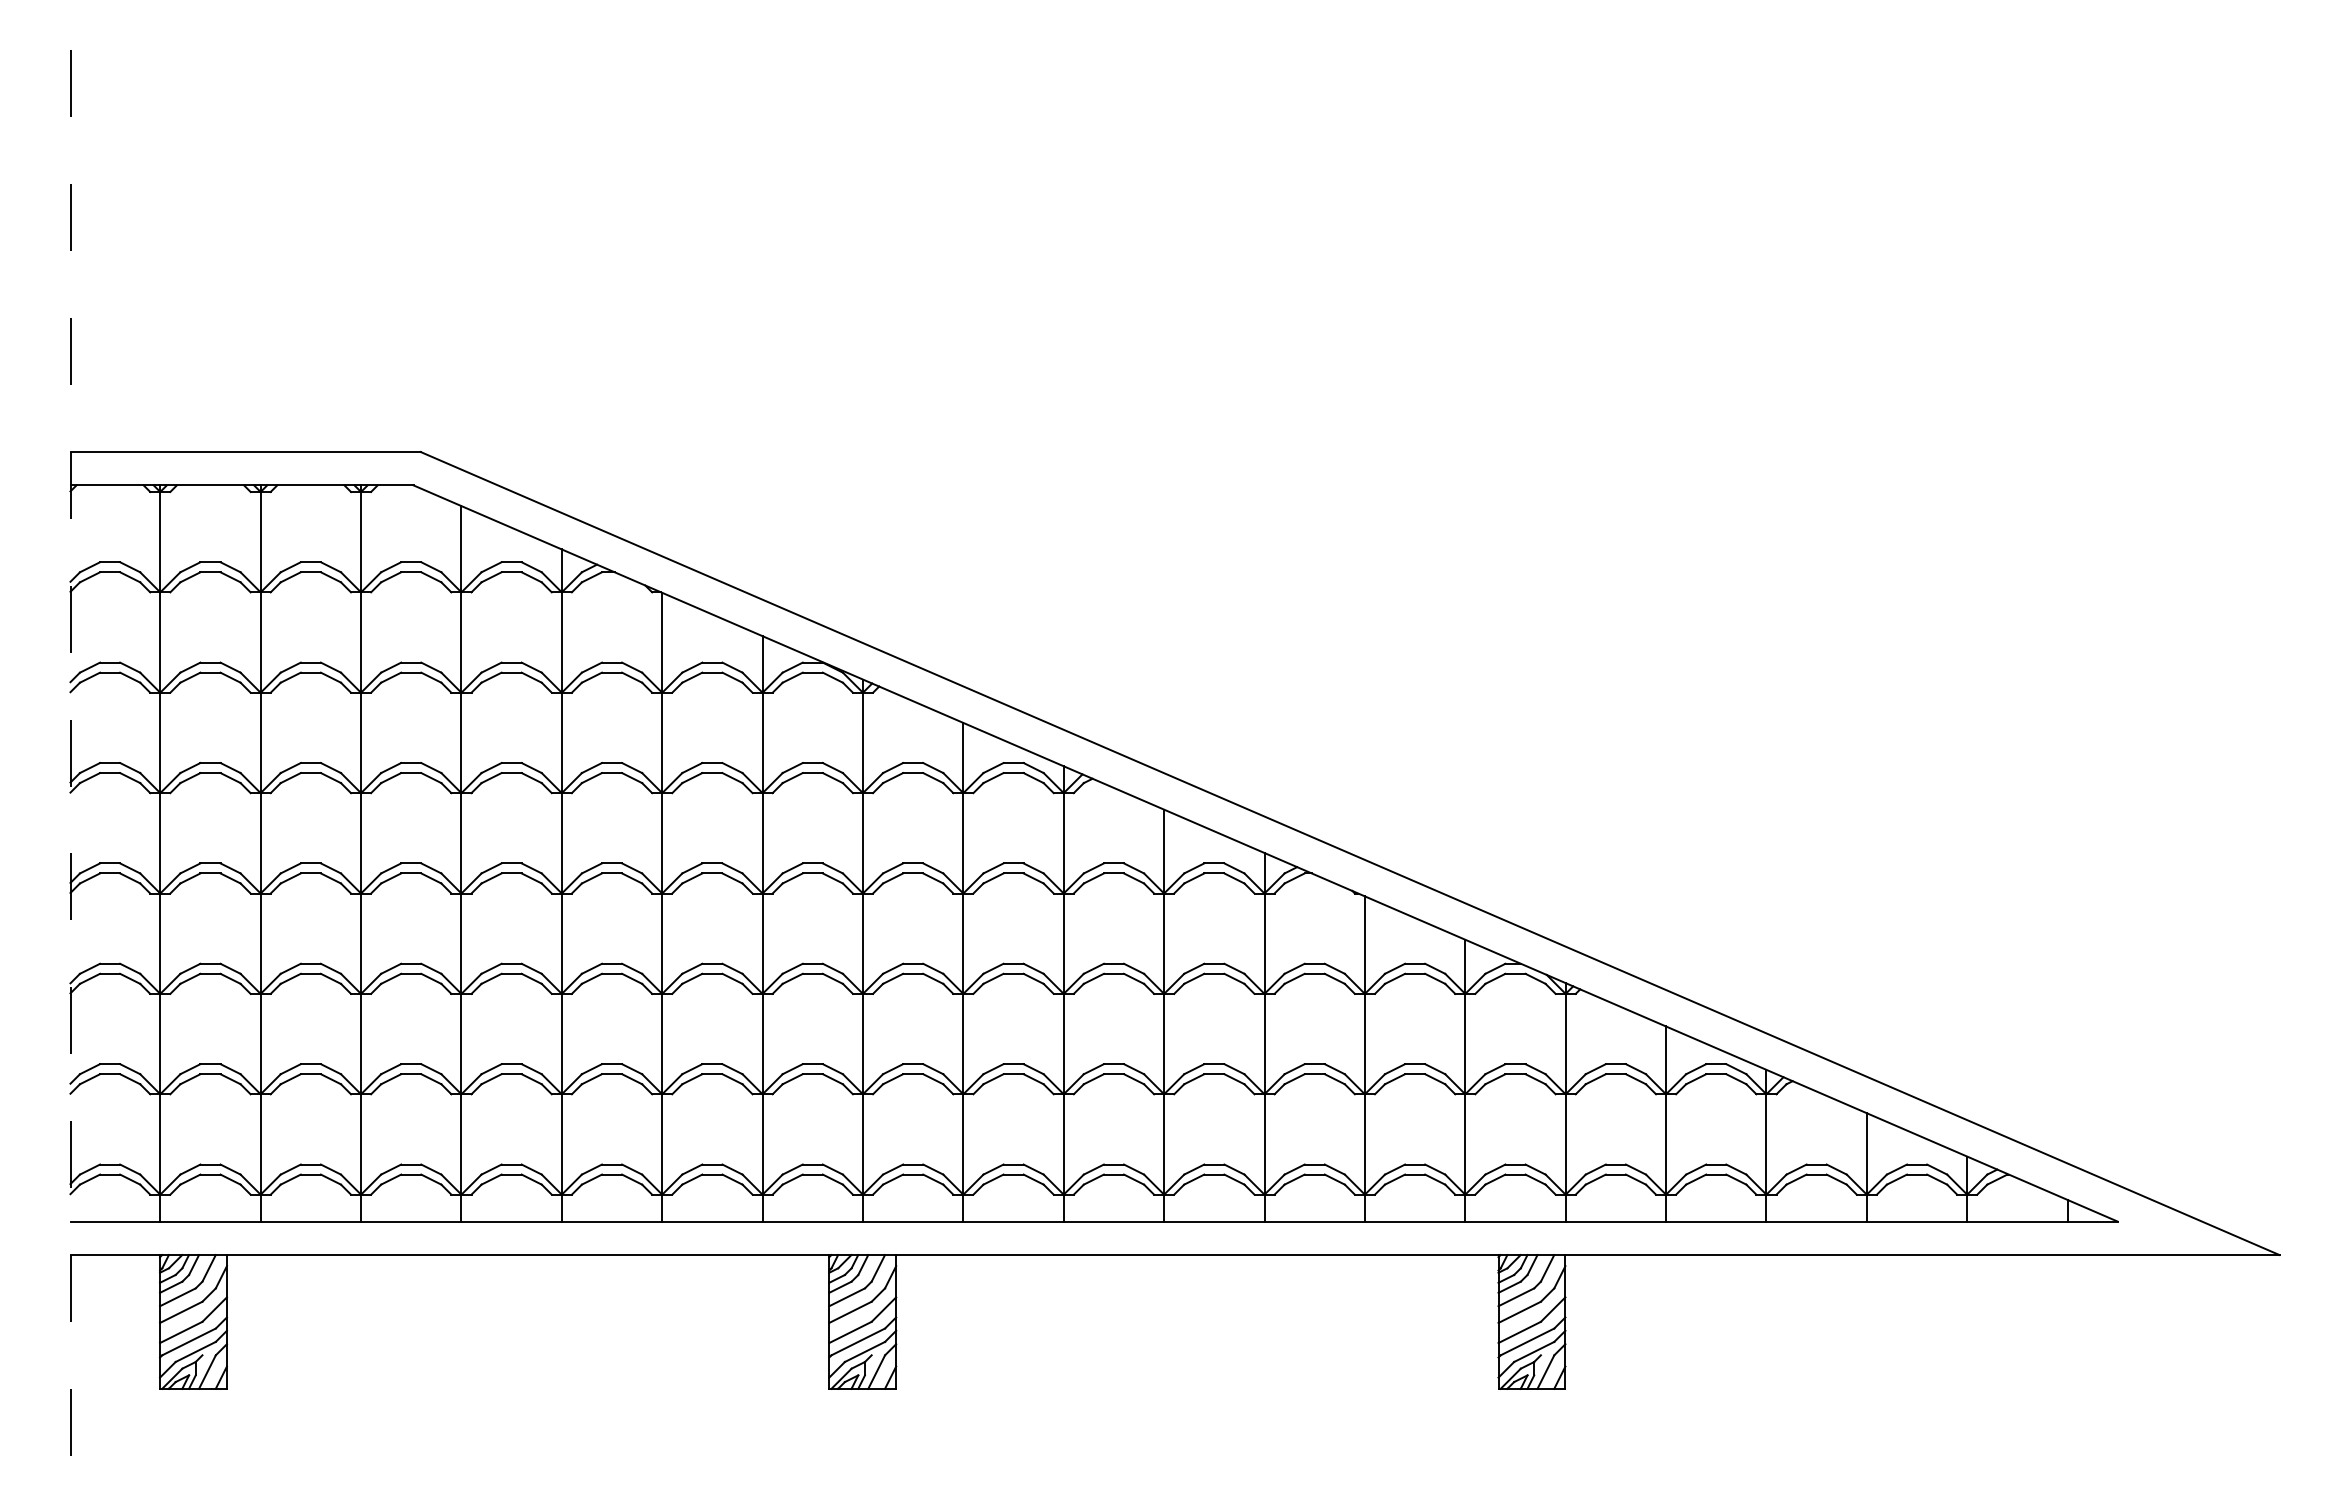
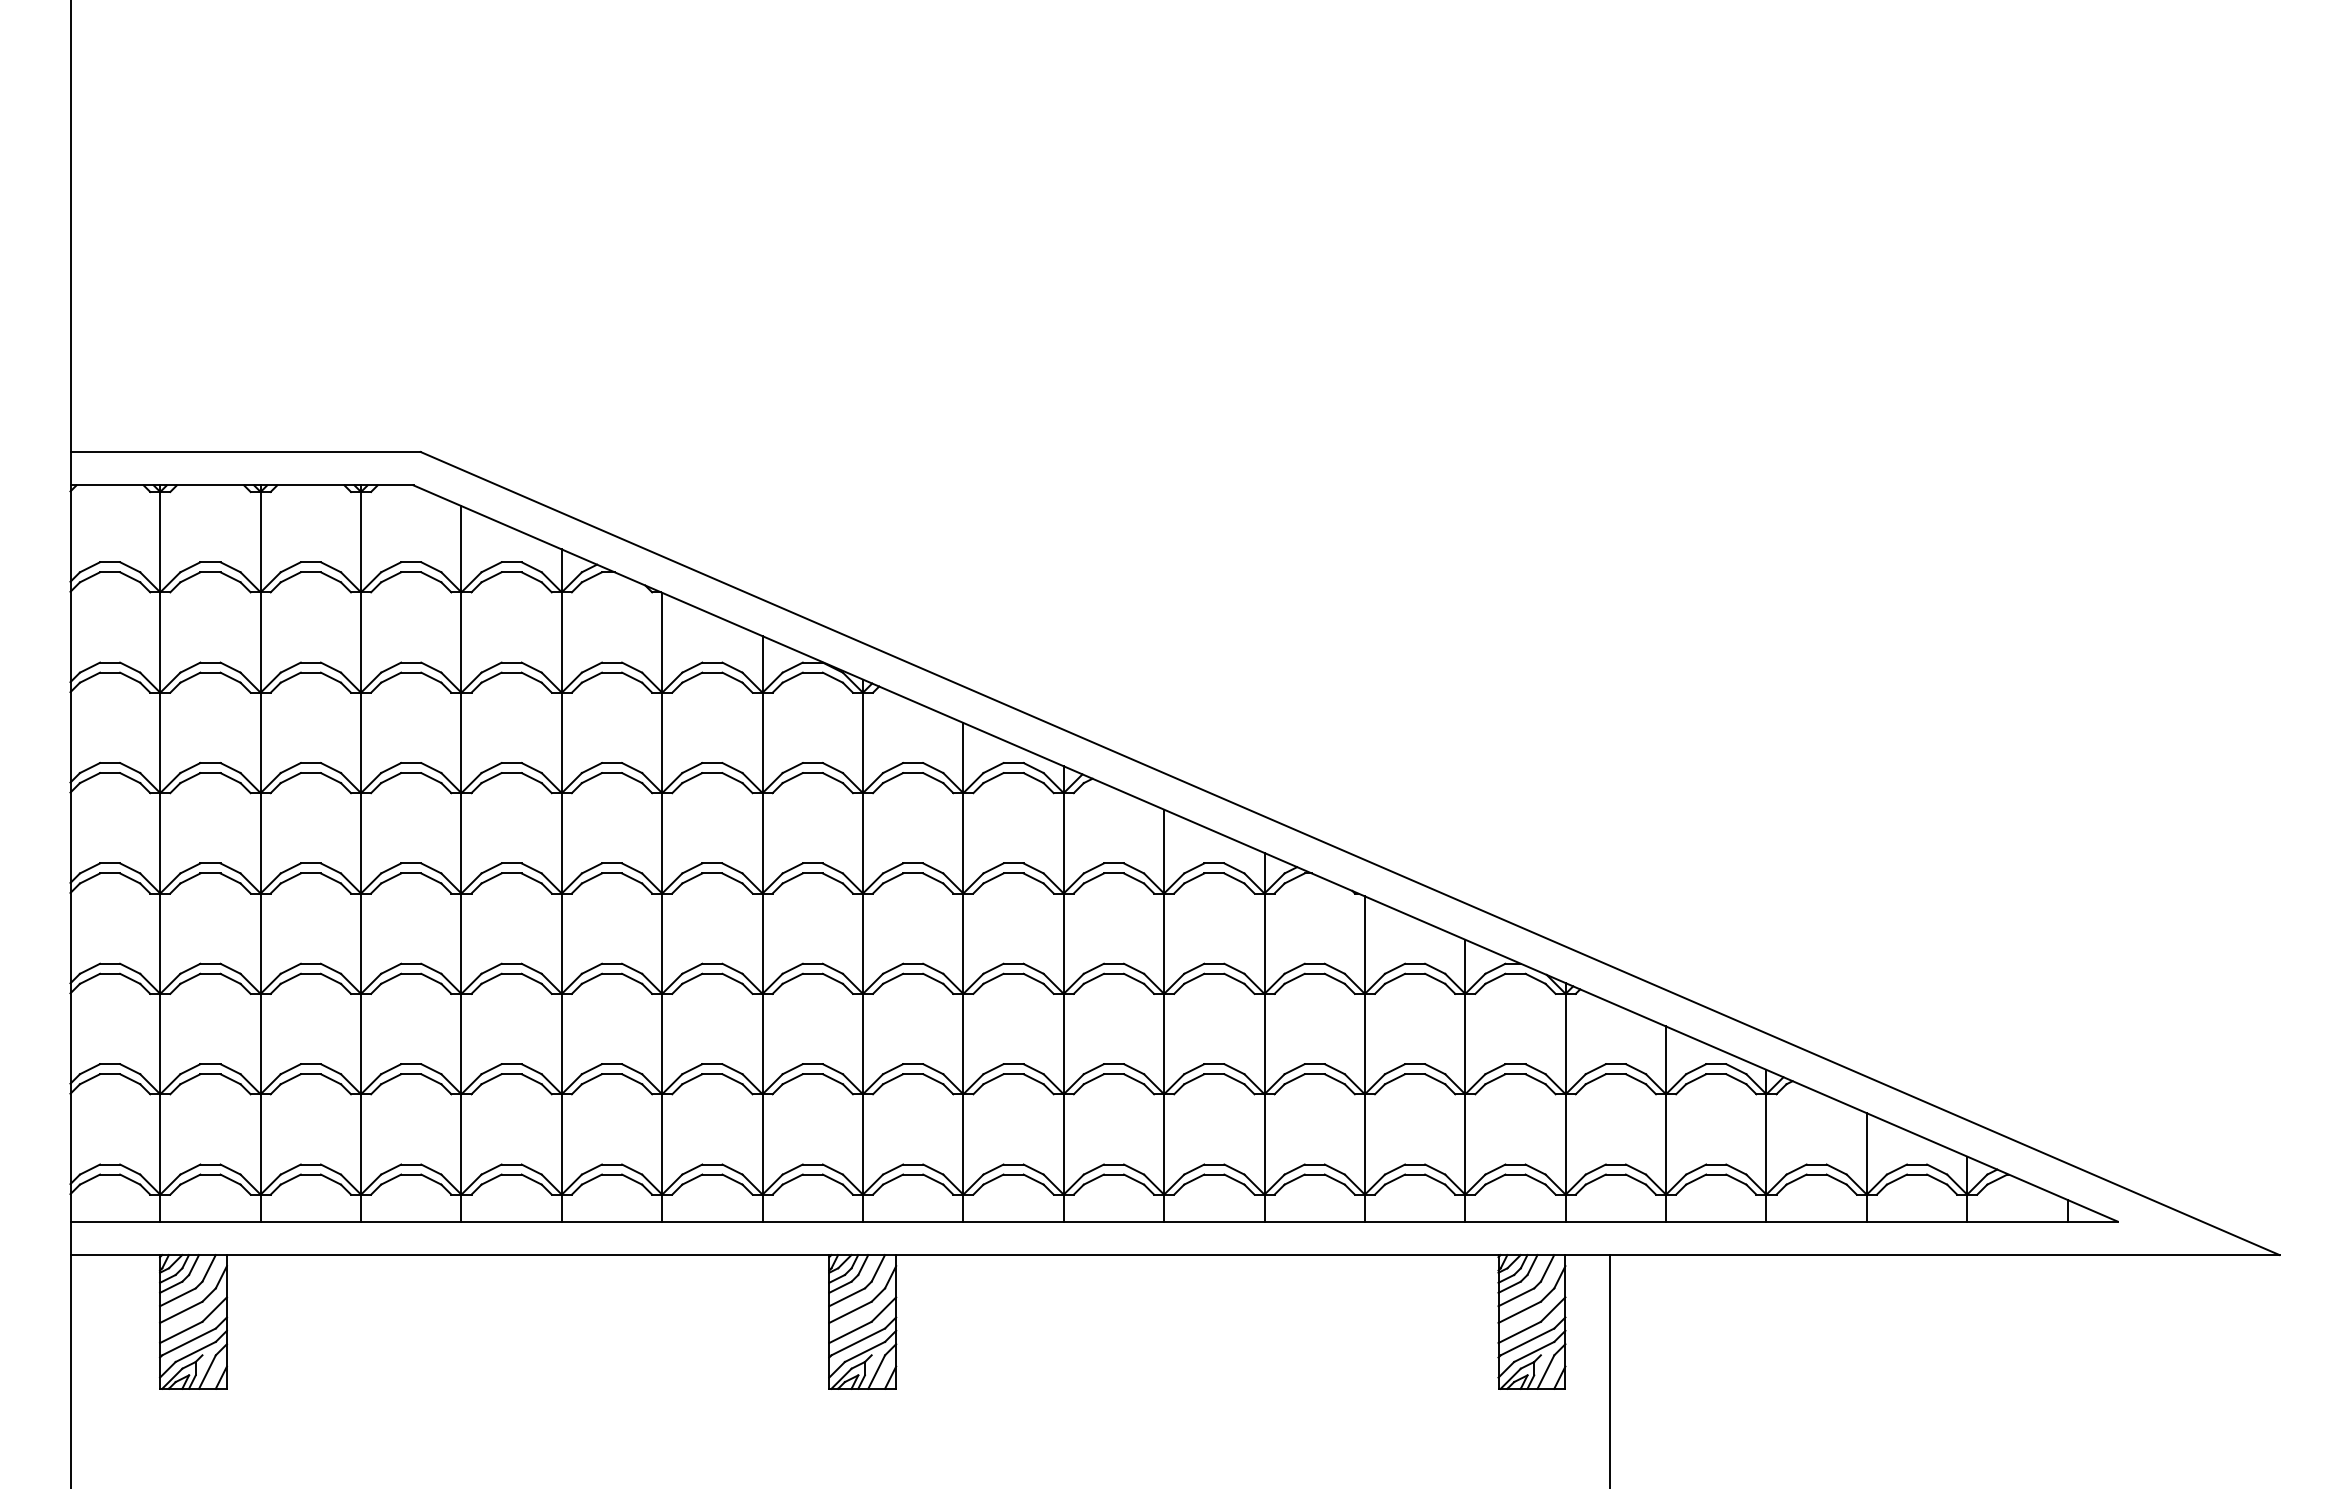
line at (70, 744): dashed -> solid
line at (1610, 1370): none -> present
